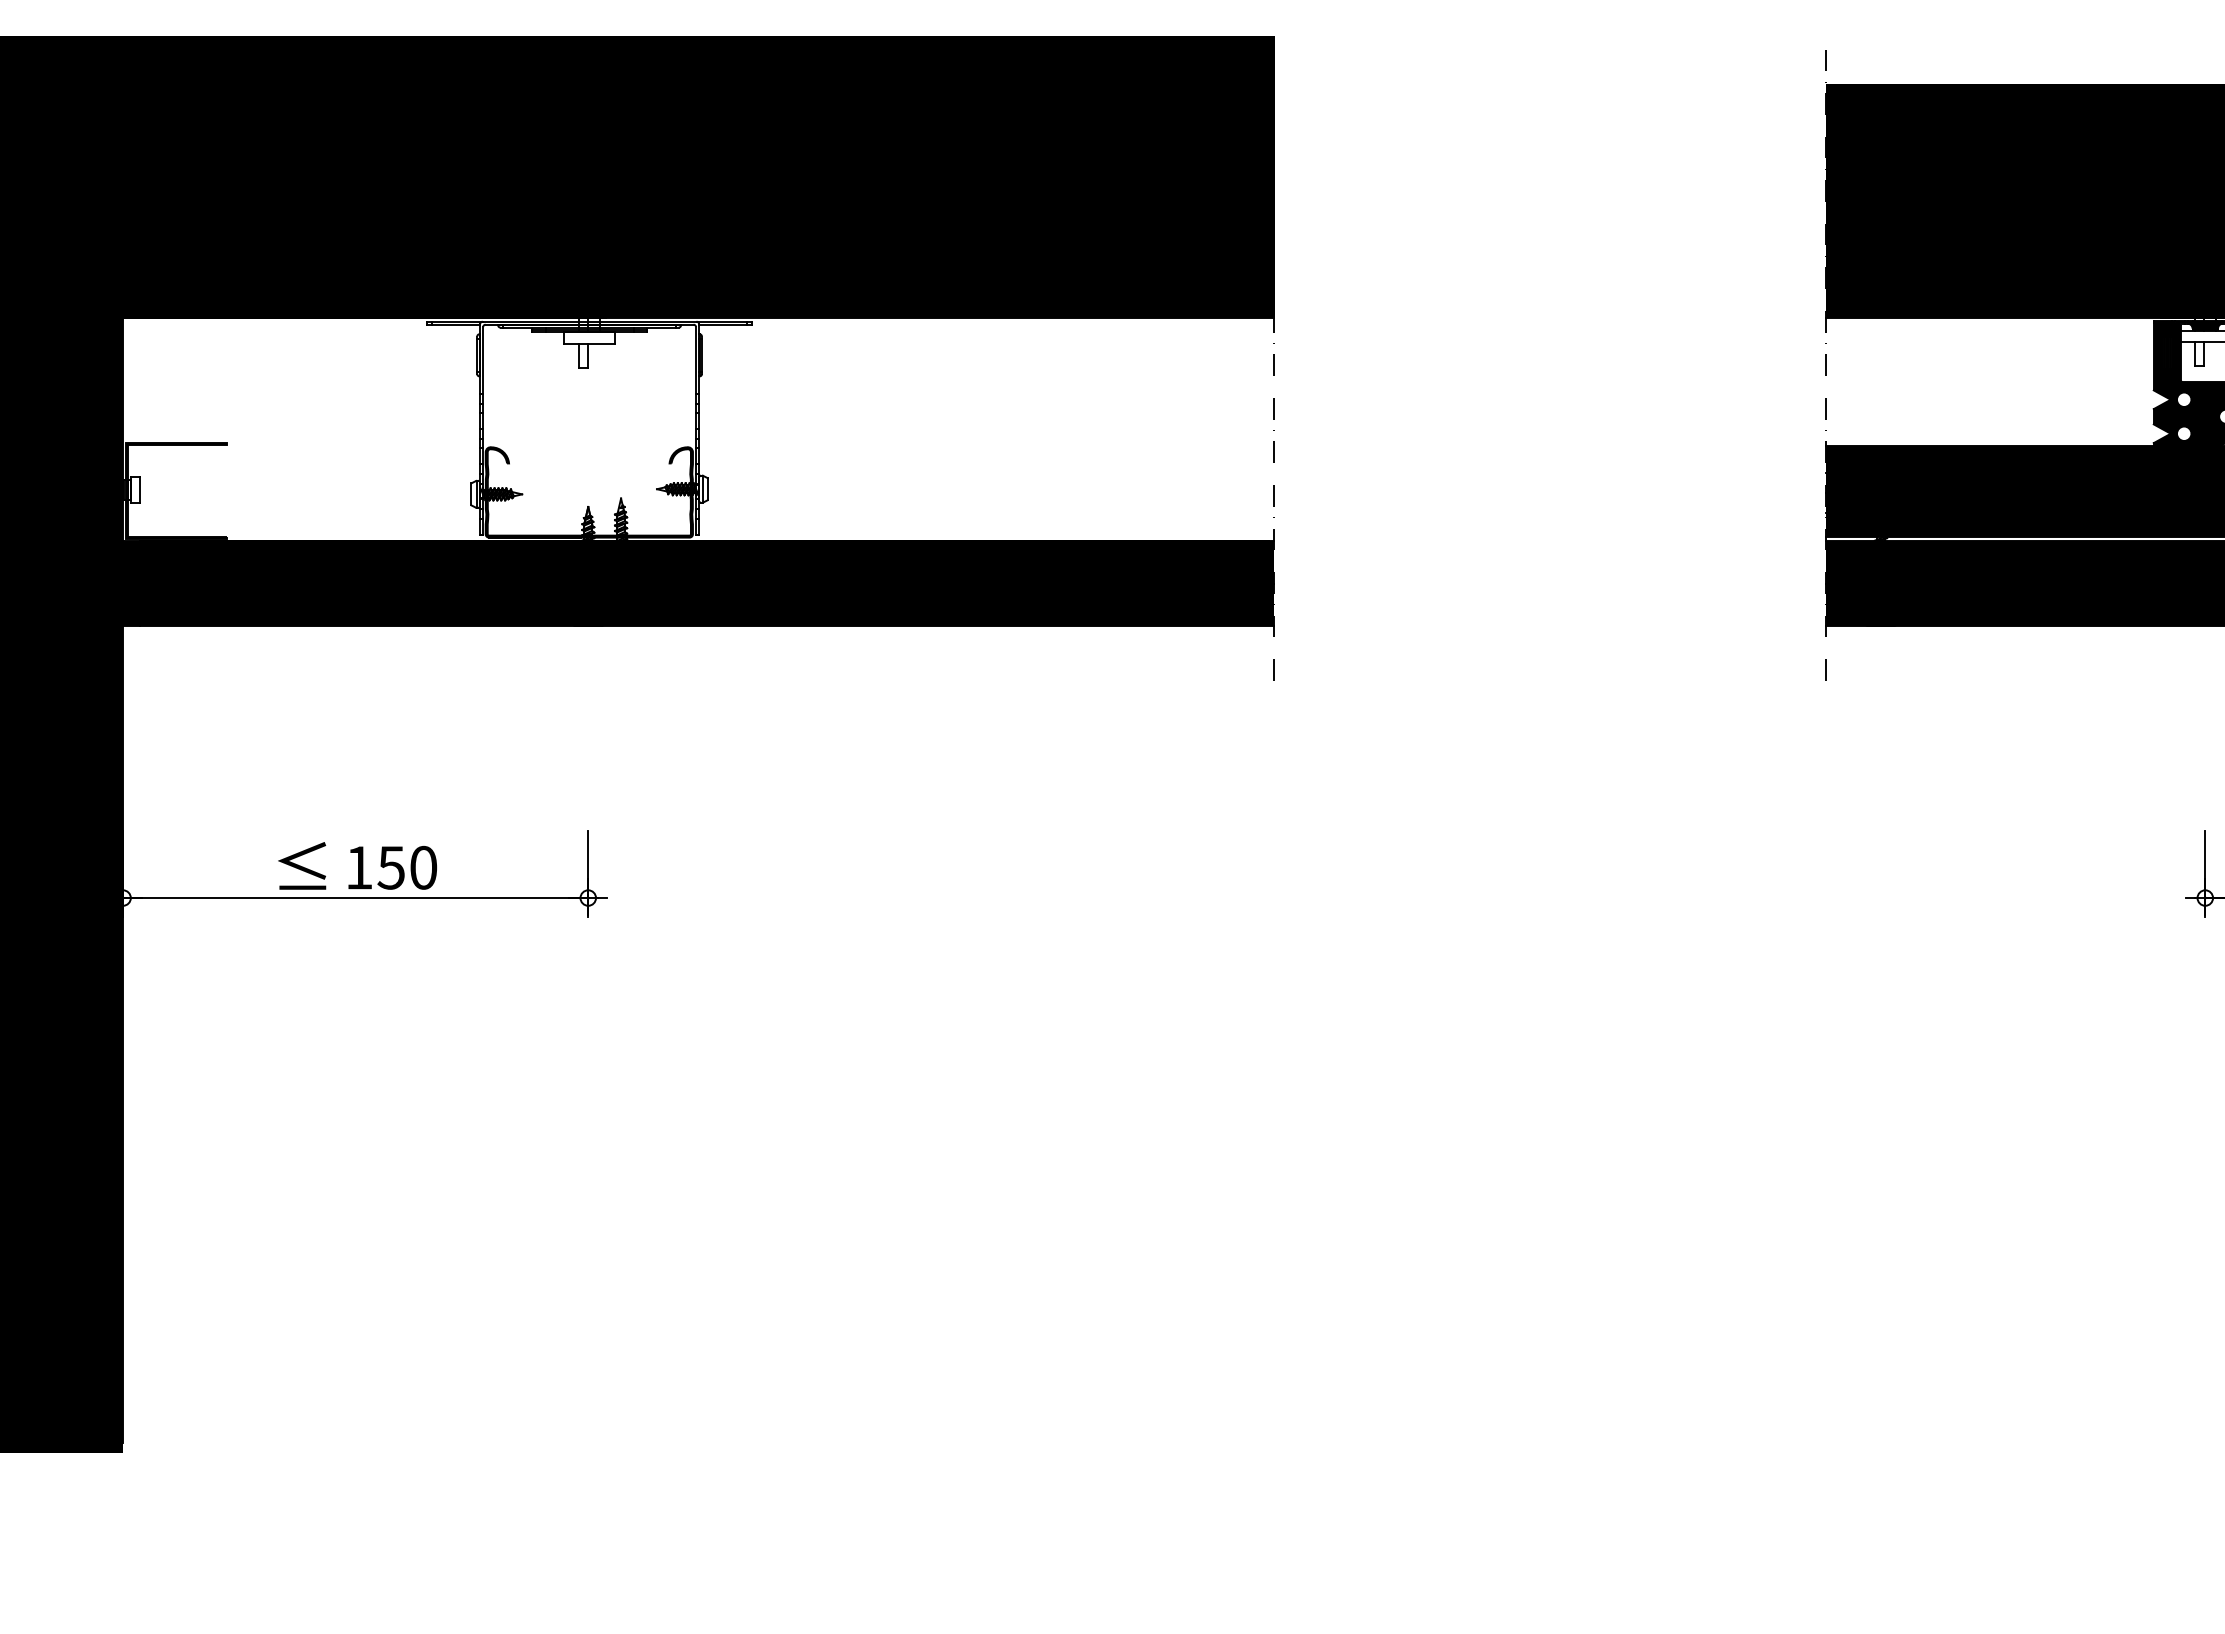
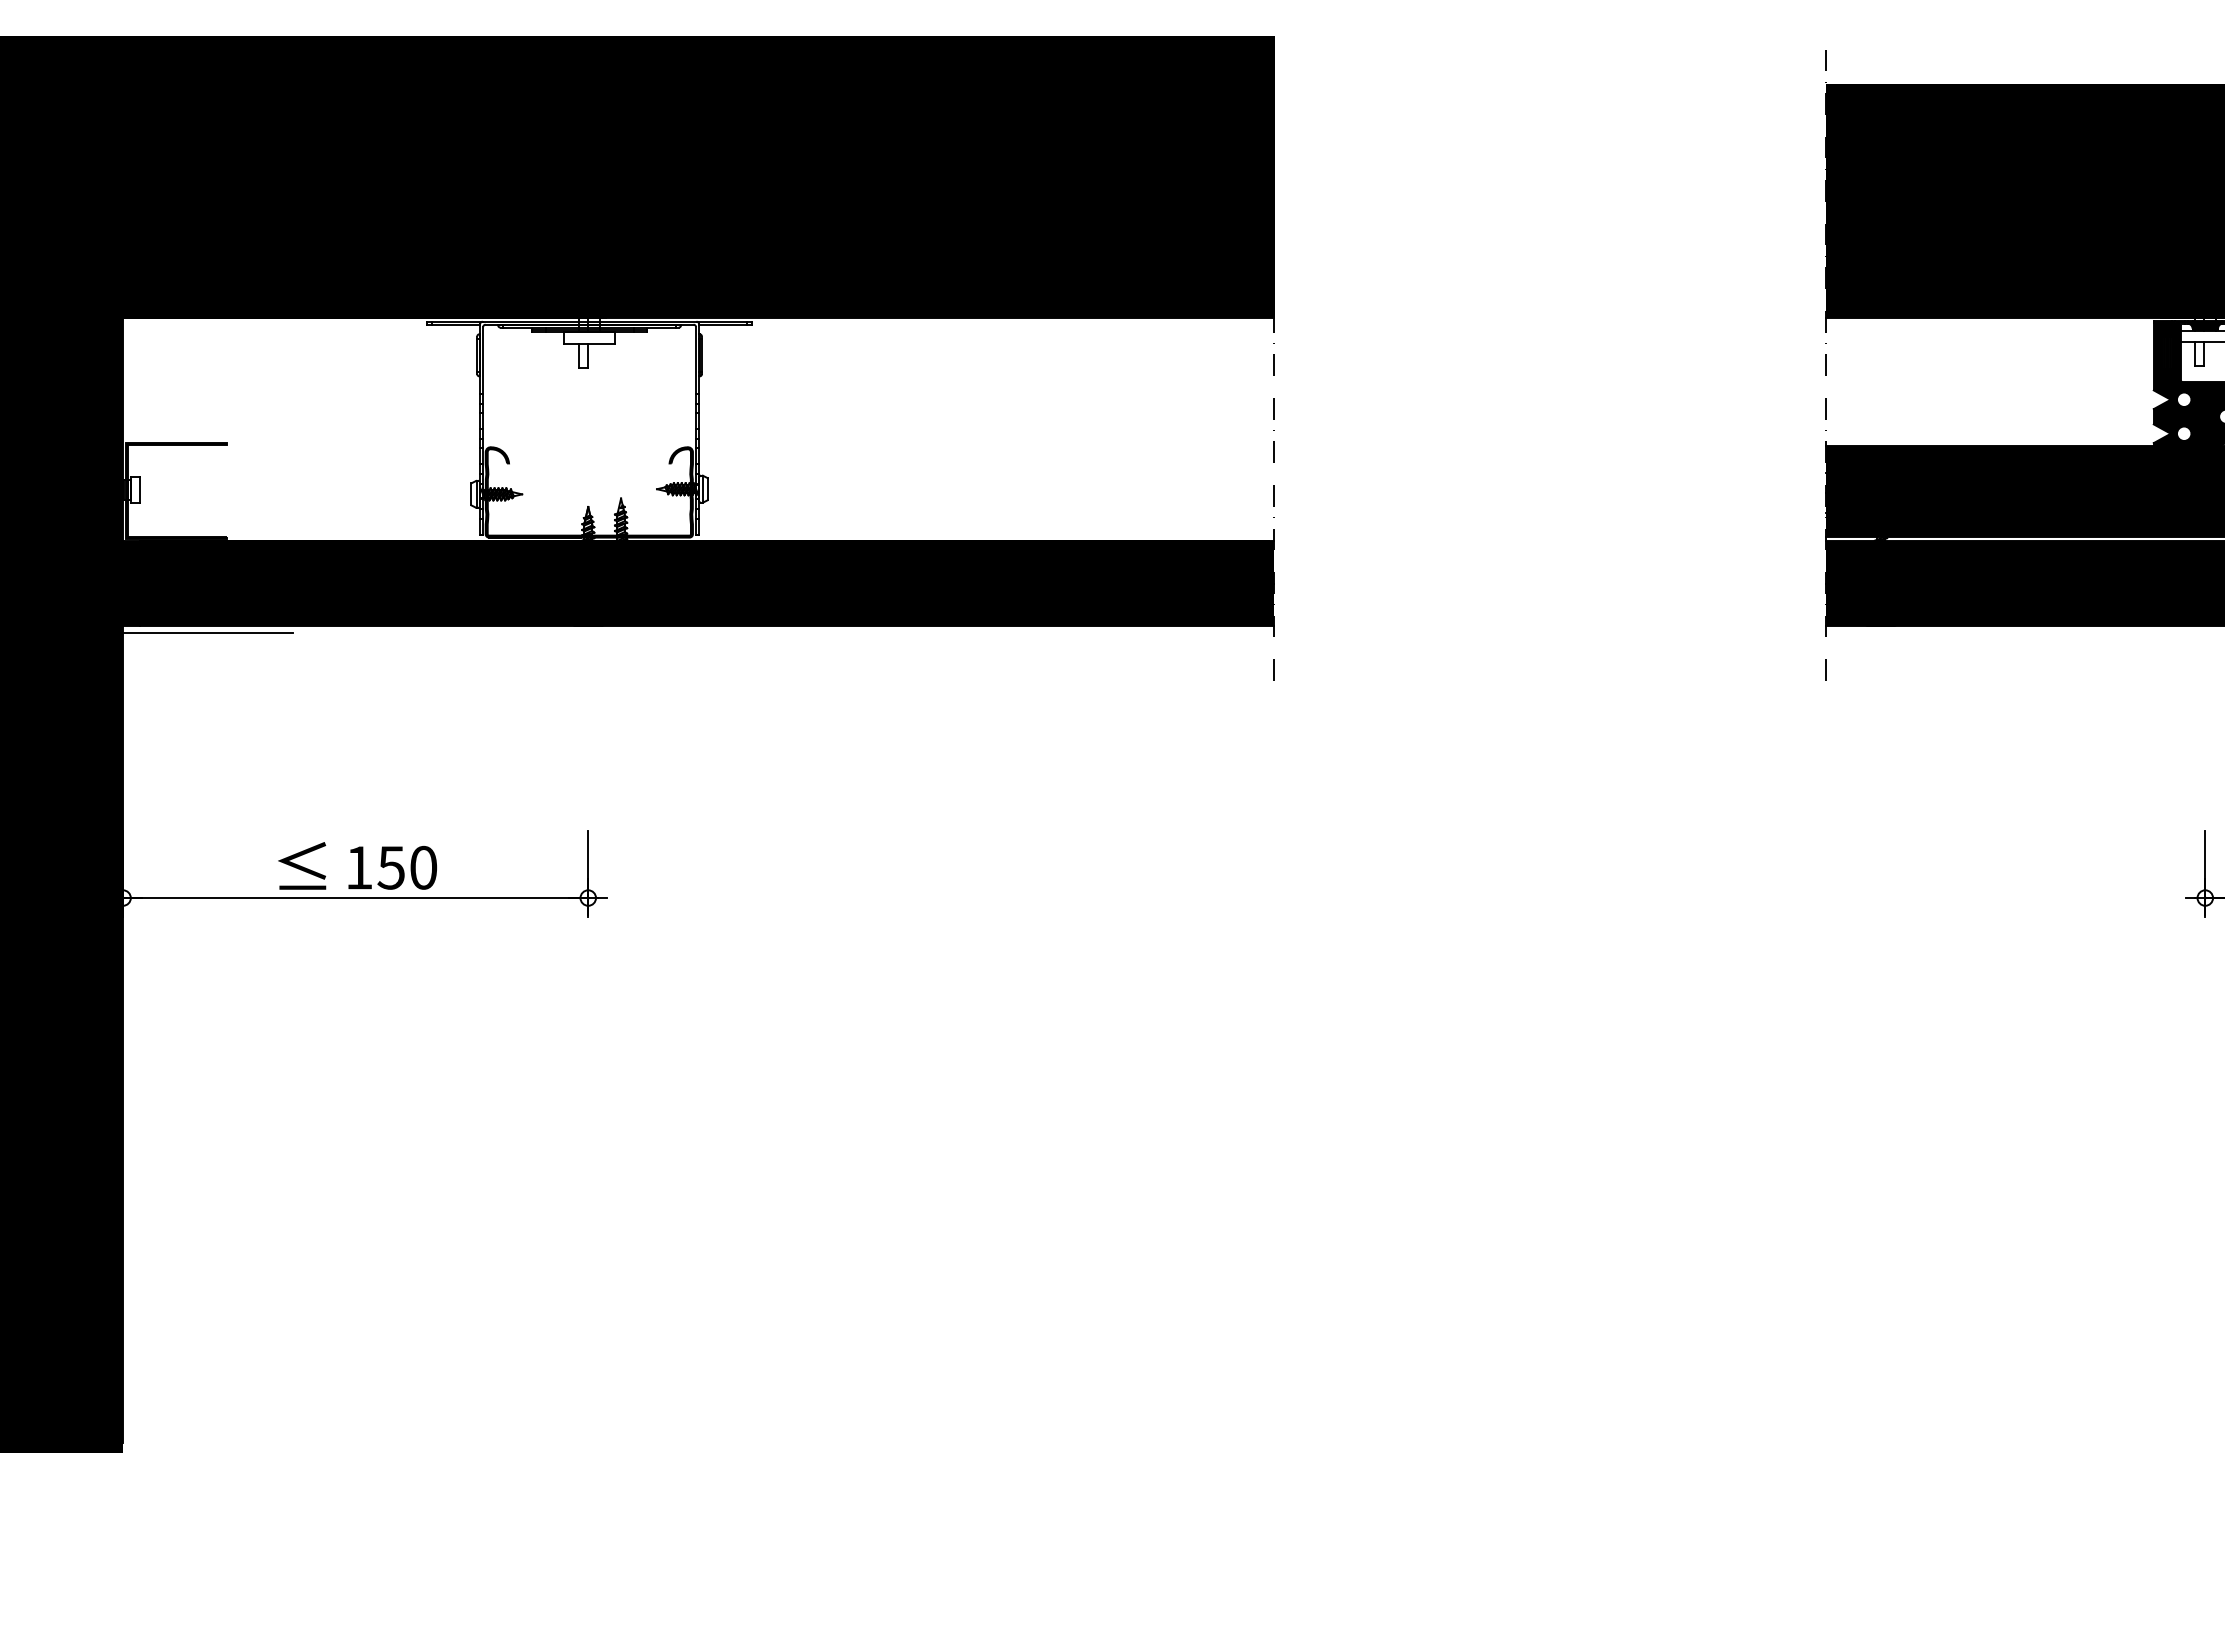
line at (208, 632): none -> present
